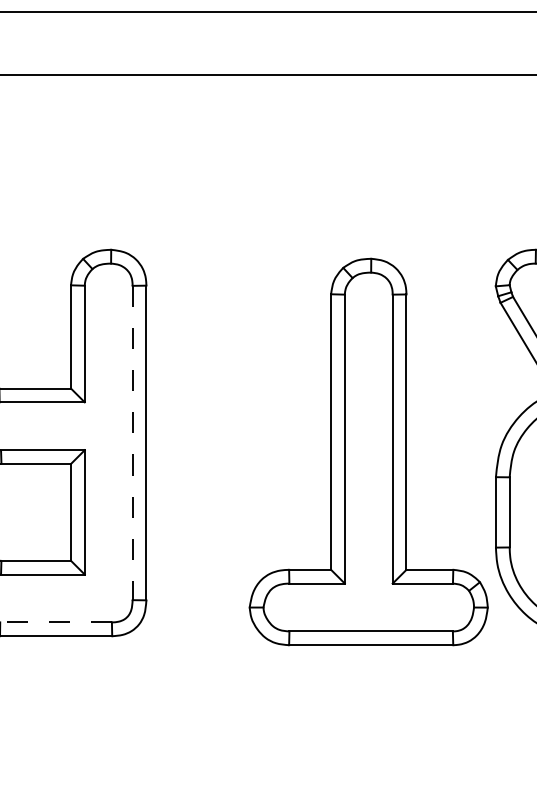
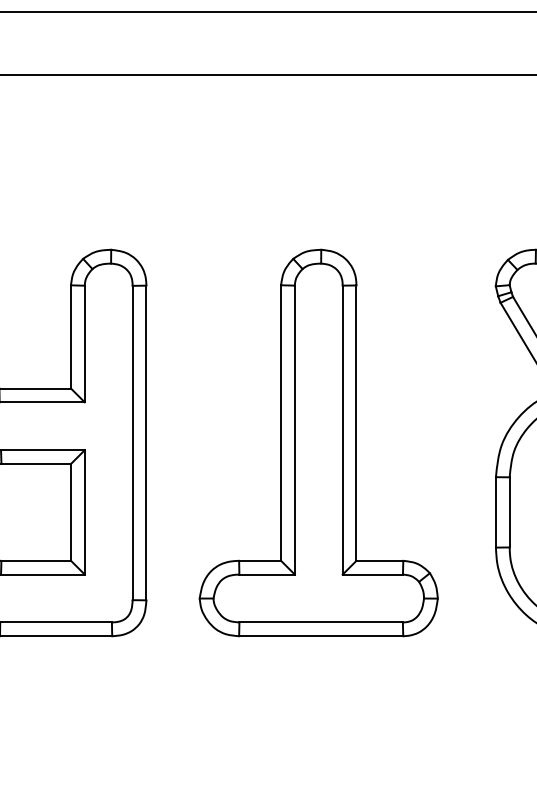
line at (132, 443): dashed -> solid
part at (368, 451) position: (368, 451) -> (318, 442)
line at (56, 622): dashed -> solid
